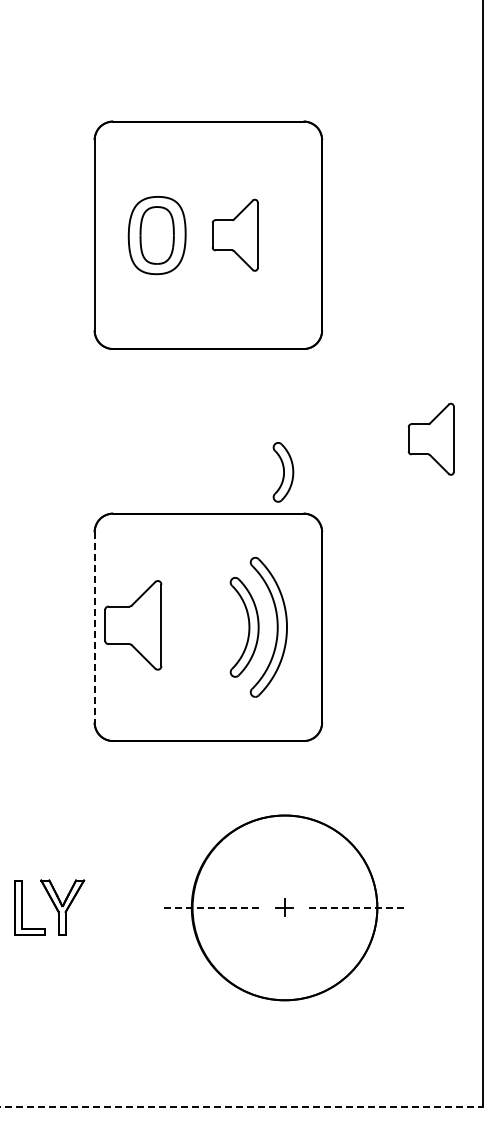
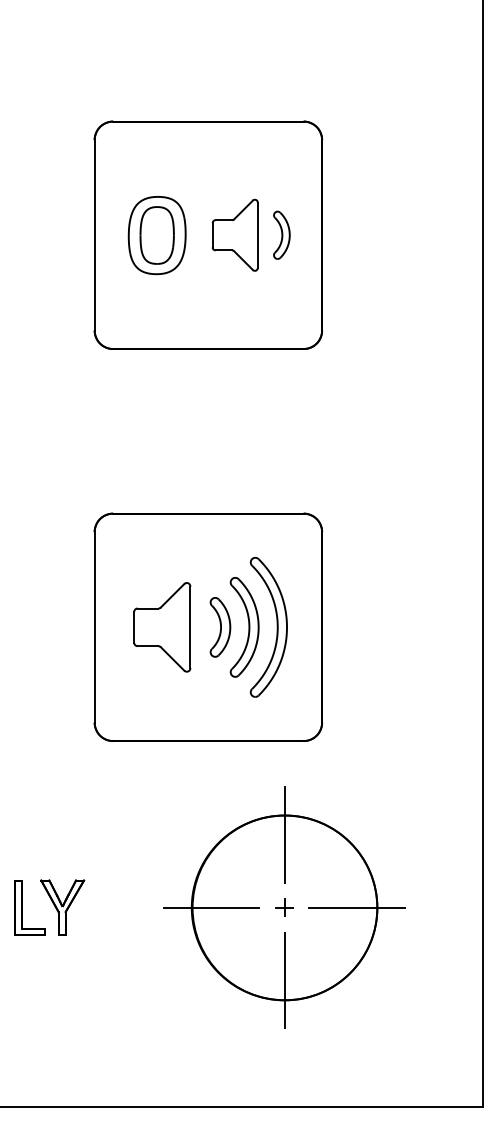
part at (281, 234): none -> present
part at (430, 438): present -> none
part at (283, 472) position: (283, 472) -> (220, 627)
part at (133, 625) position: (133, 625) -> (162, 627)
line at (94, 627): dashed -> solid
line at (284, 834): none -> present
line at (211, 907): dashed -> solid
line at (356, 907): dashed -> solid
line at (284, 979): none -> present
line at (242, 1106): dashed -> solid
